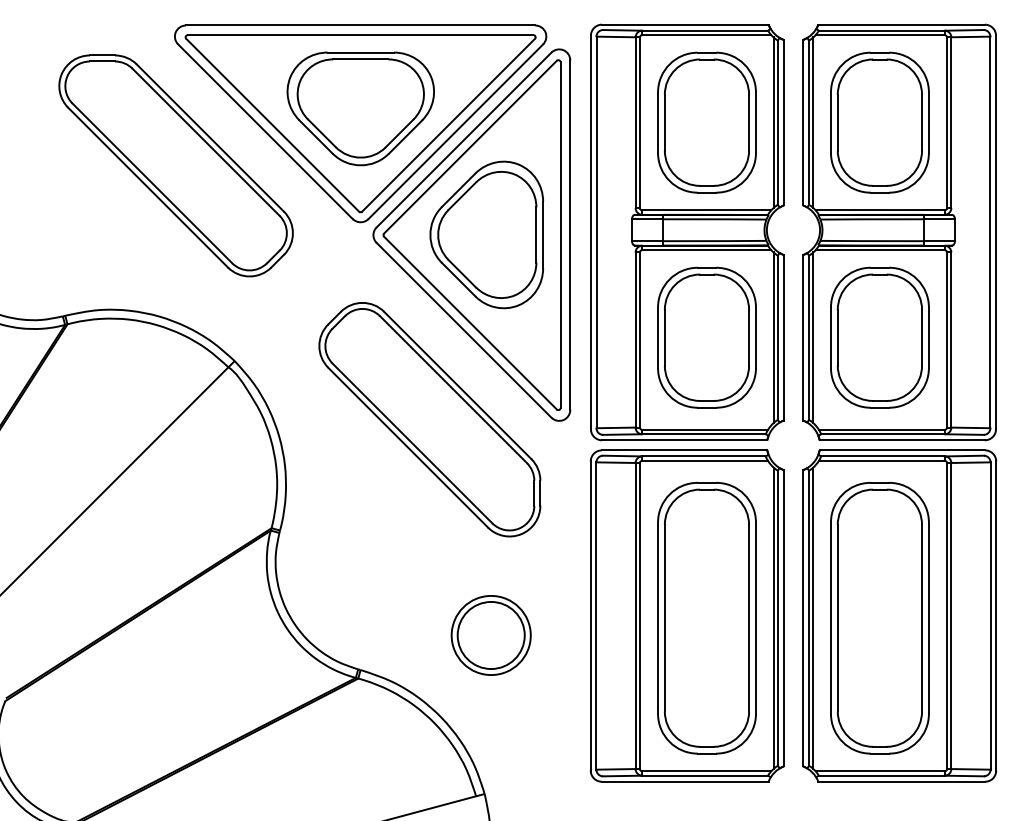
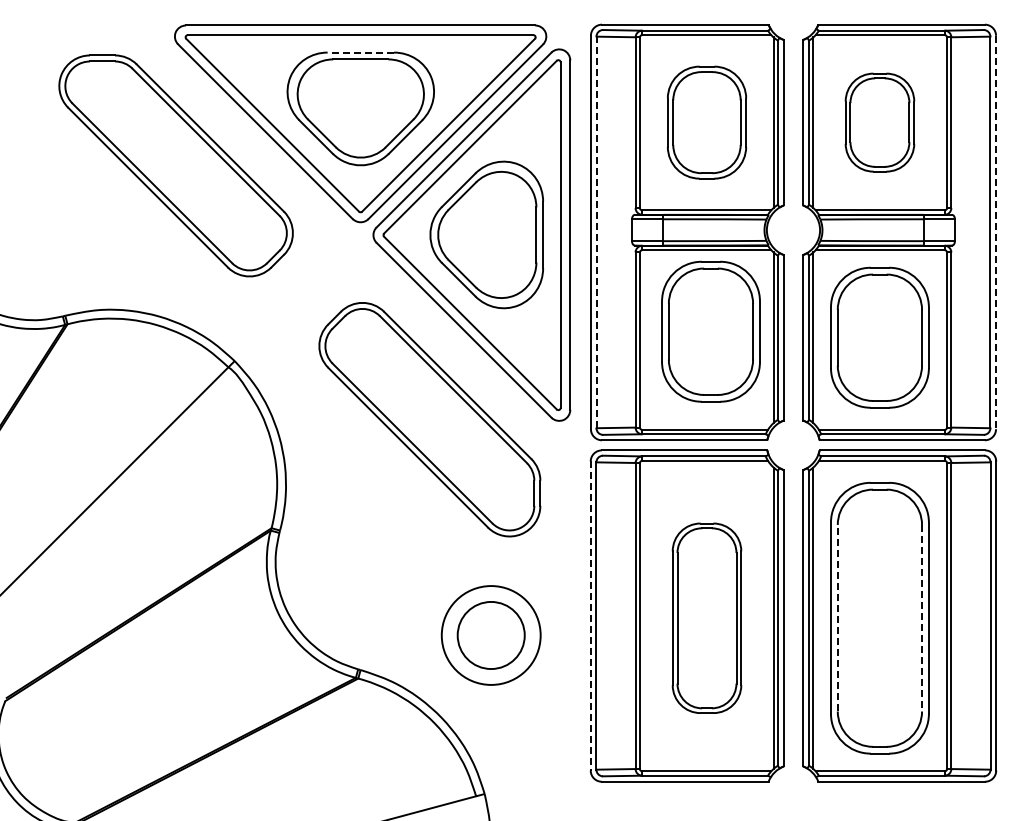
line at (360, 52): solid -> dashed
part at (706, 122) size: 100x143 px -> 81x115 px
part at (879, 122) size: 100x143 px -> 72x101 px
line at (596, 232): solid -> dashed
line at (996, 232): solid -> dashed
part at (706, 337) position: (706, 337) -> (710, 331)
line at (590, 616): solid -> dashed
line at (837, 617): solid -> dashed
part at (706, 618) size: 100x273 px -> 72x192 px
line at (922, 618): solid -> dashed
circle at (490, 635) diameter: 79 px -> 99 px
